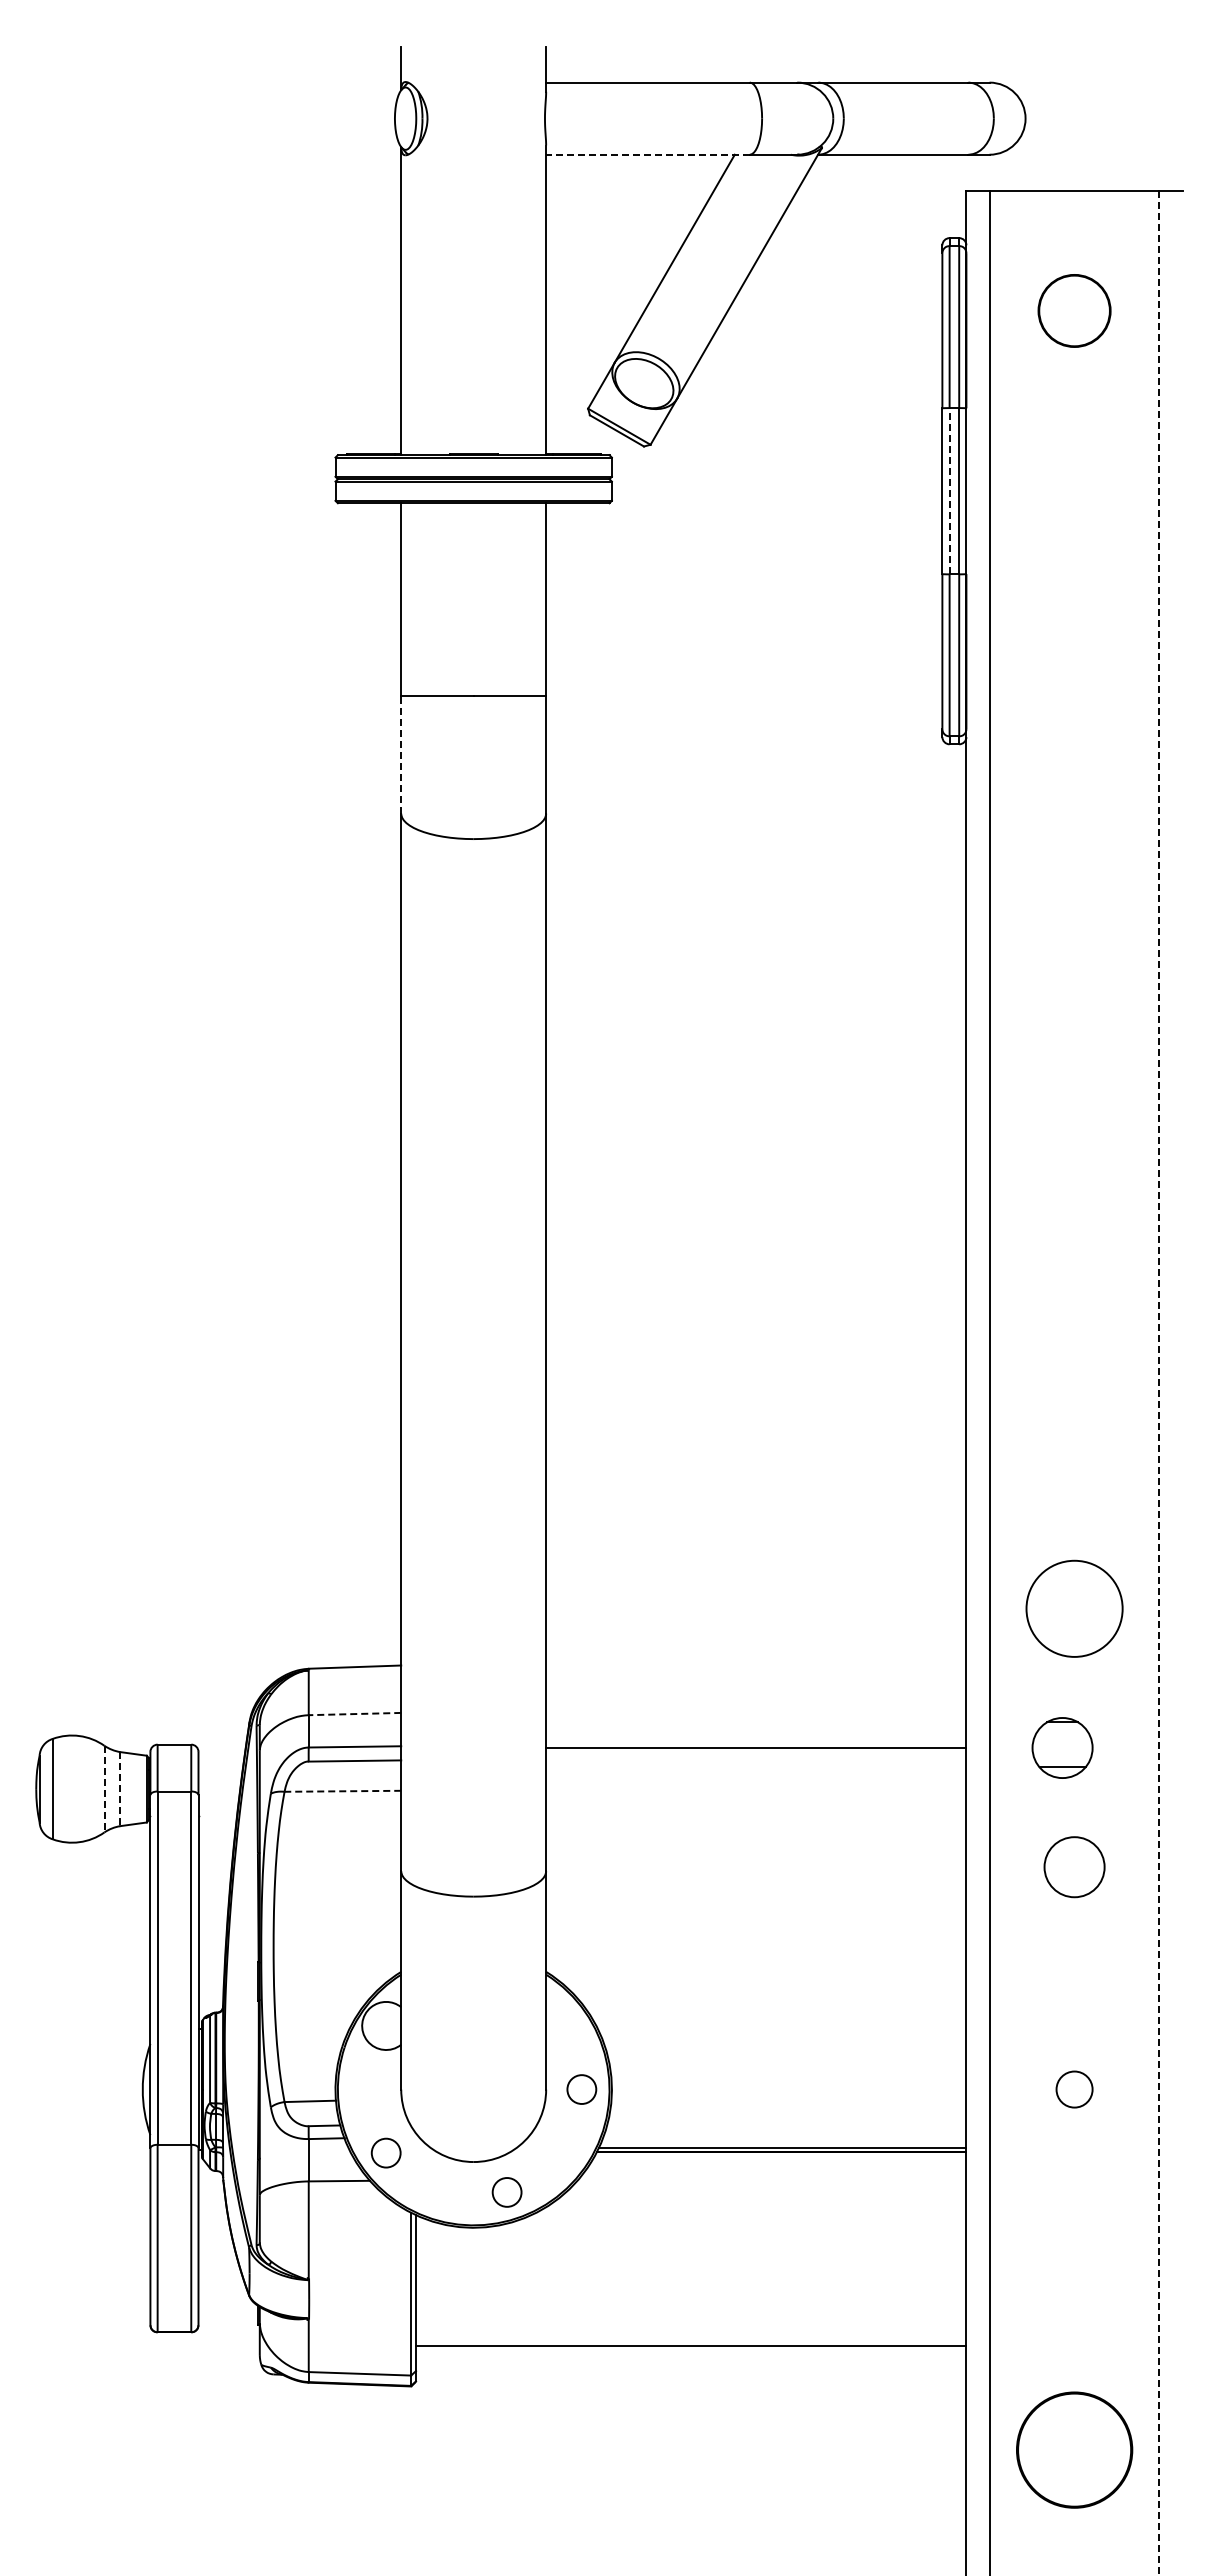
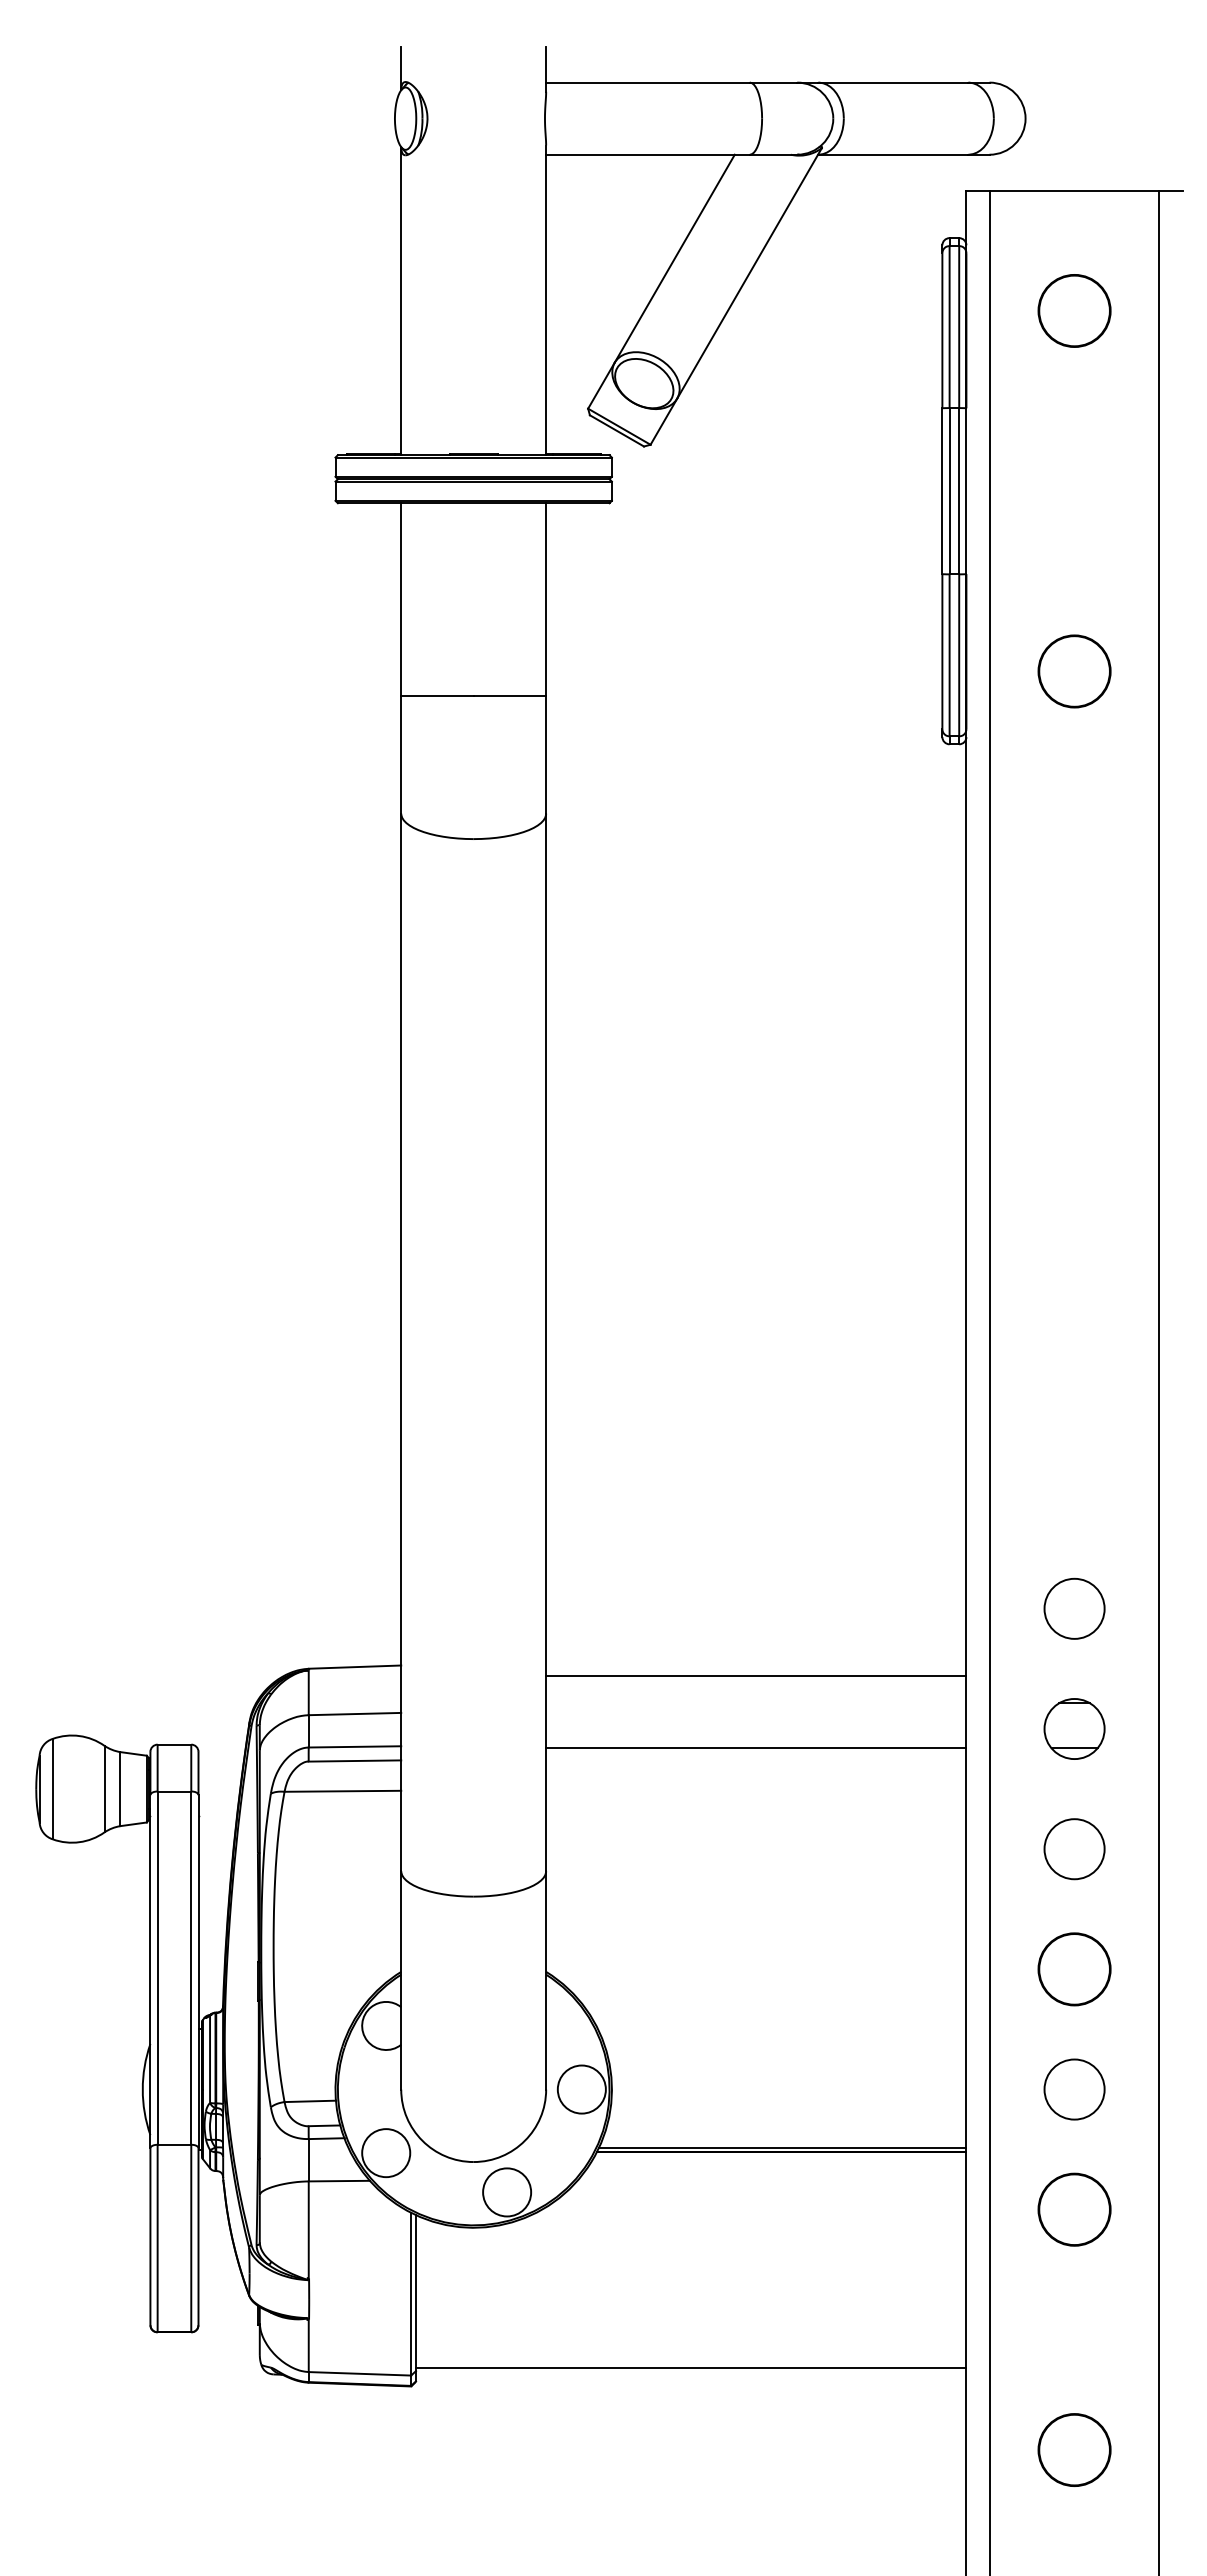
line at (647, 154): dashed -> solid
line at (949, 490): dashed -> solid
circle at (1074, 671): none -> present
line at (401, 754): dashed -> solid
line at (1158, 1383): dashed -> solid
circle at (1074, 1608) diameter: 96 px -> 60 px
line at (756, 1676): none -> present
line at (354, 1714): dashed -> solid
part at (1062, 1747) position: (1062, 1747) -> (1074, 1728)
line at (104, 1789): dashed -> solid
line at (120, 1789): dashed -> solid
line at (342, 1791): dashed -> solid
circle at (1074, 1867) position: (1074, 1867) -> (1074, 1849)
circle at (1074, 1969): none -> present
circle at (581, 2089) diameter: 29 px -> 48 px
circle at (1074, 2089) diameter: 36 px -> 60 px
circle at (385, 2152) diameter: 29 px -> 48 px
circle at (506, 2192) diameter: 29 px -> 48 px
circle at (1074, 2209): none -> present
line at (691, 2346) position: (691, 2346) -> (691, 2368)
circle at (1074, 2449) size: 118x118 px -> 75x74 px
